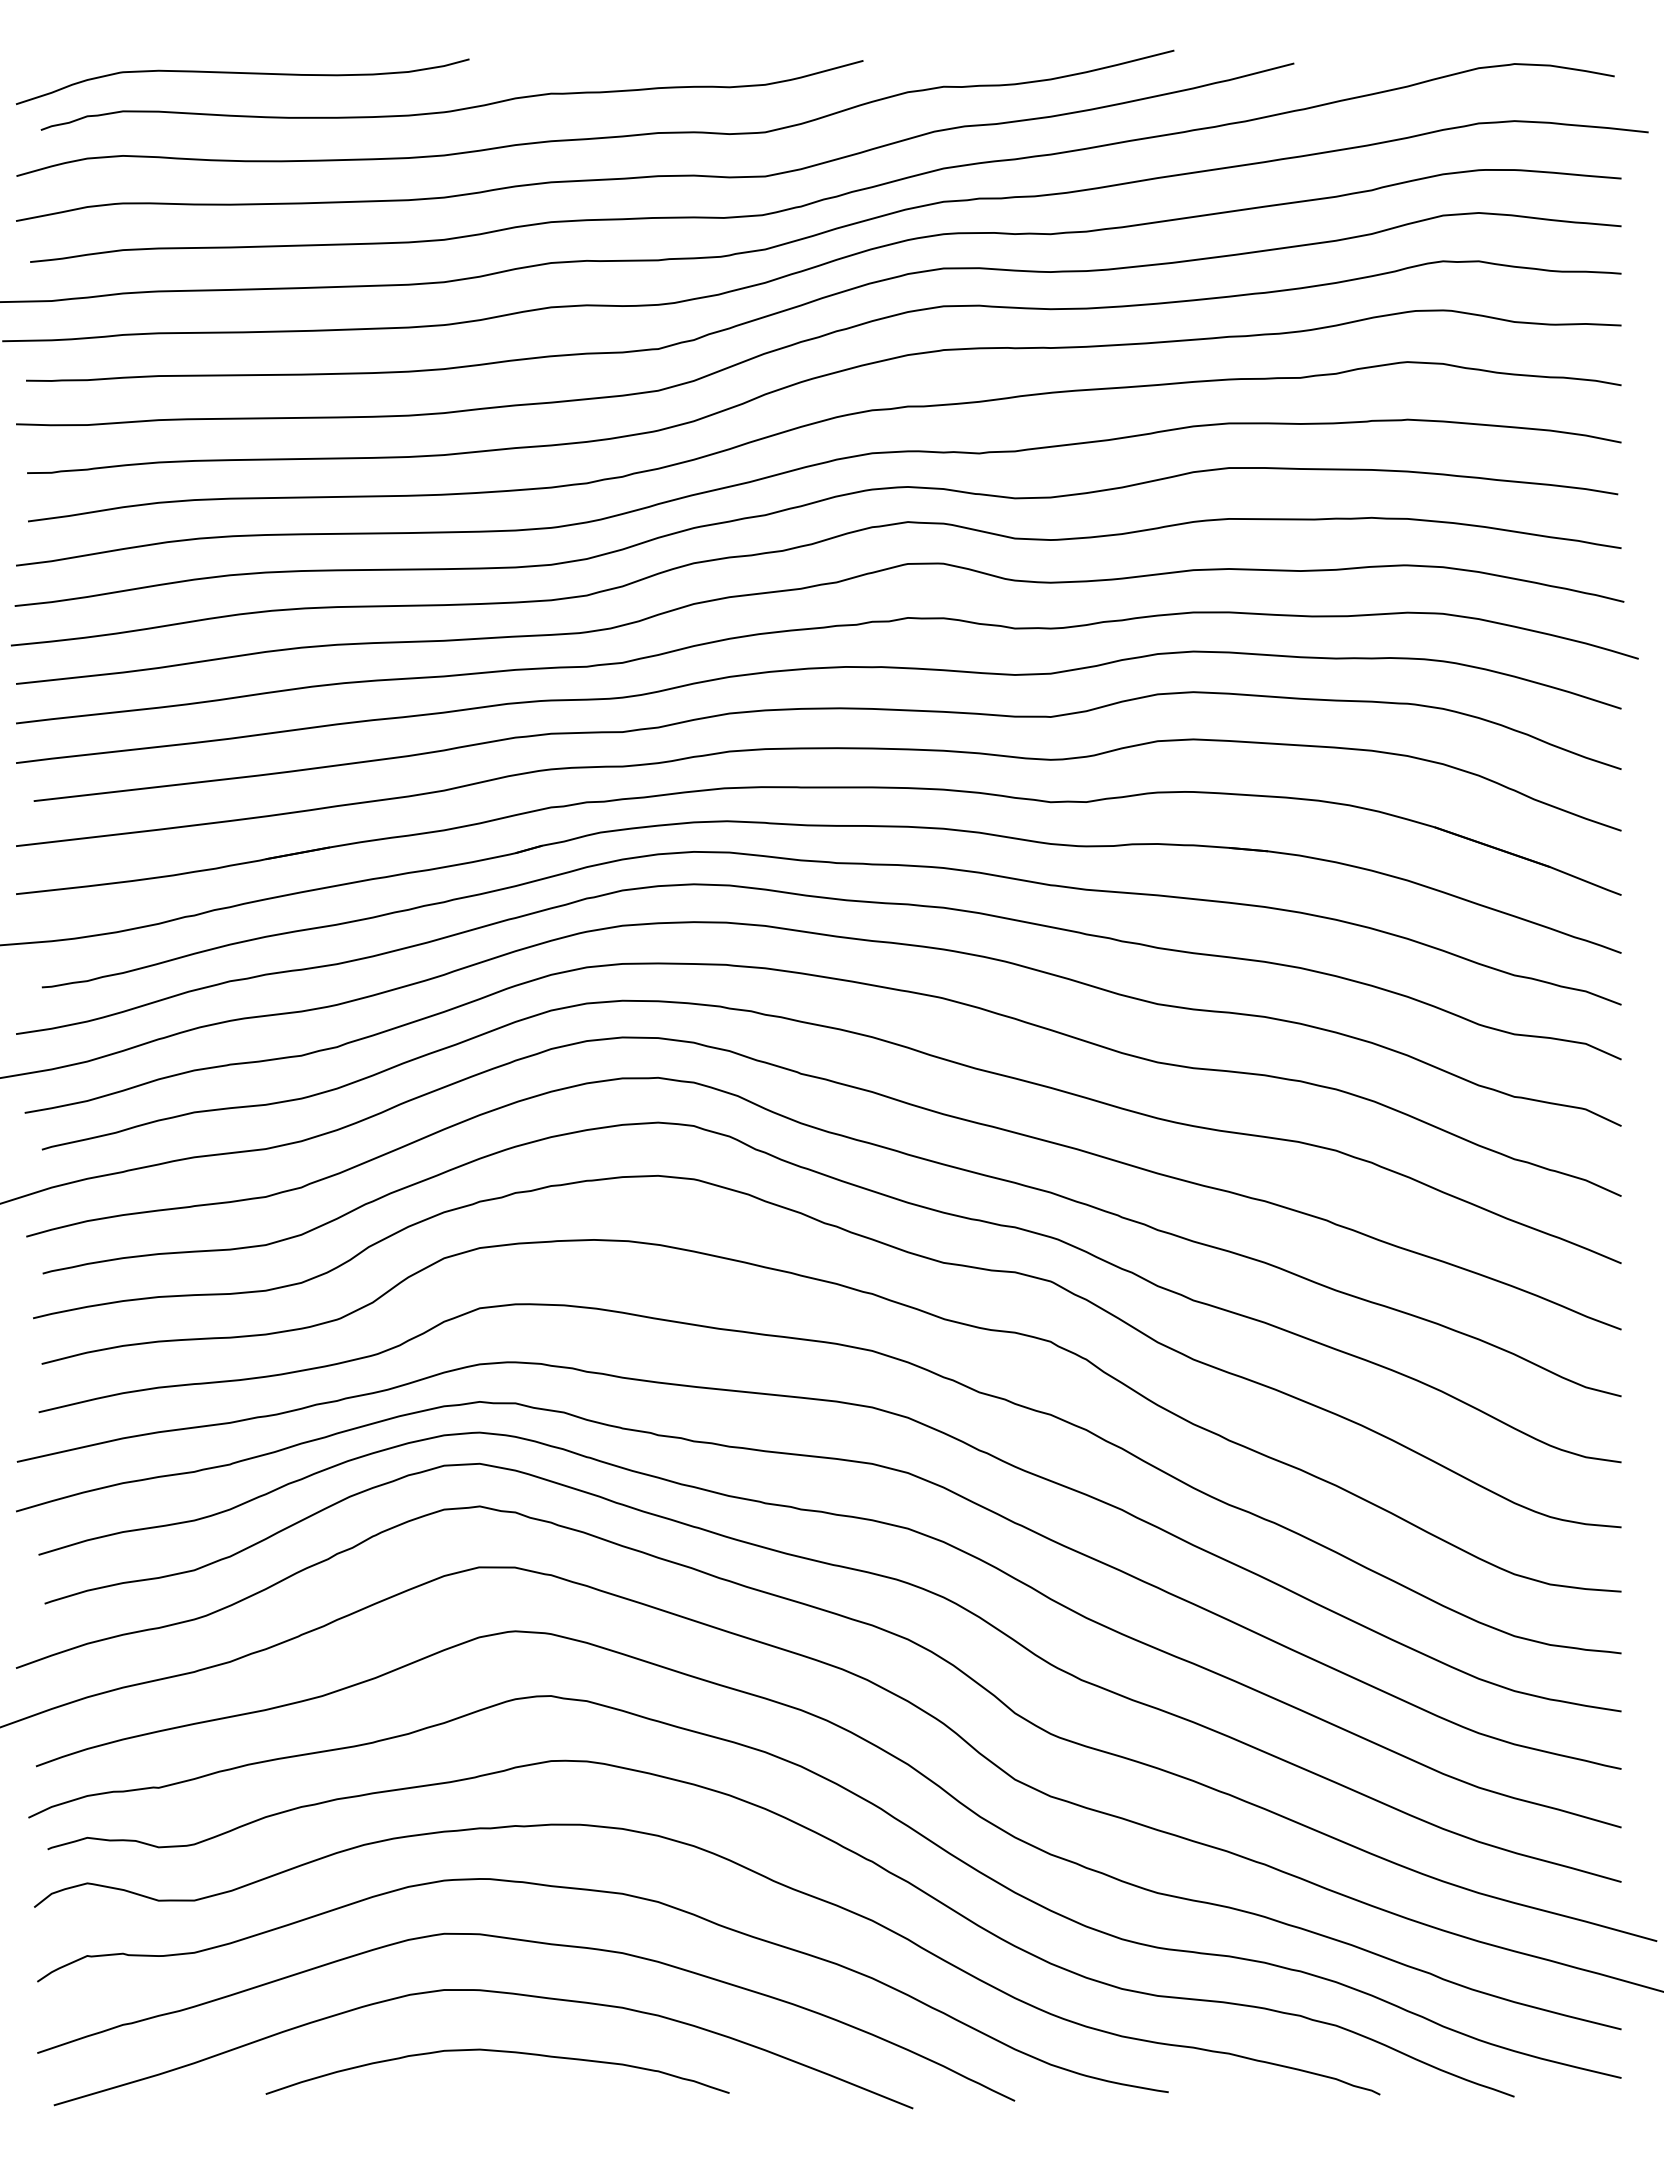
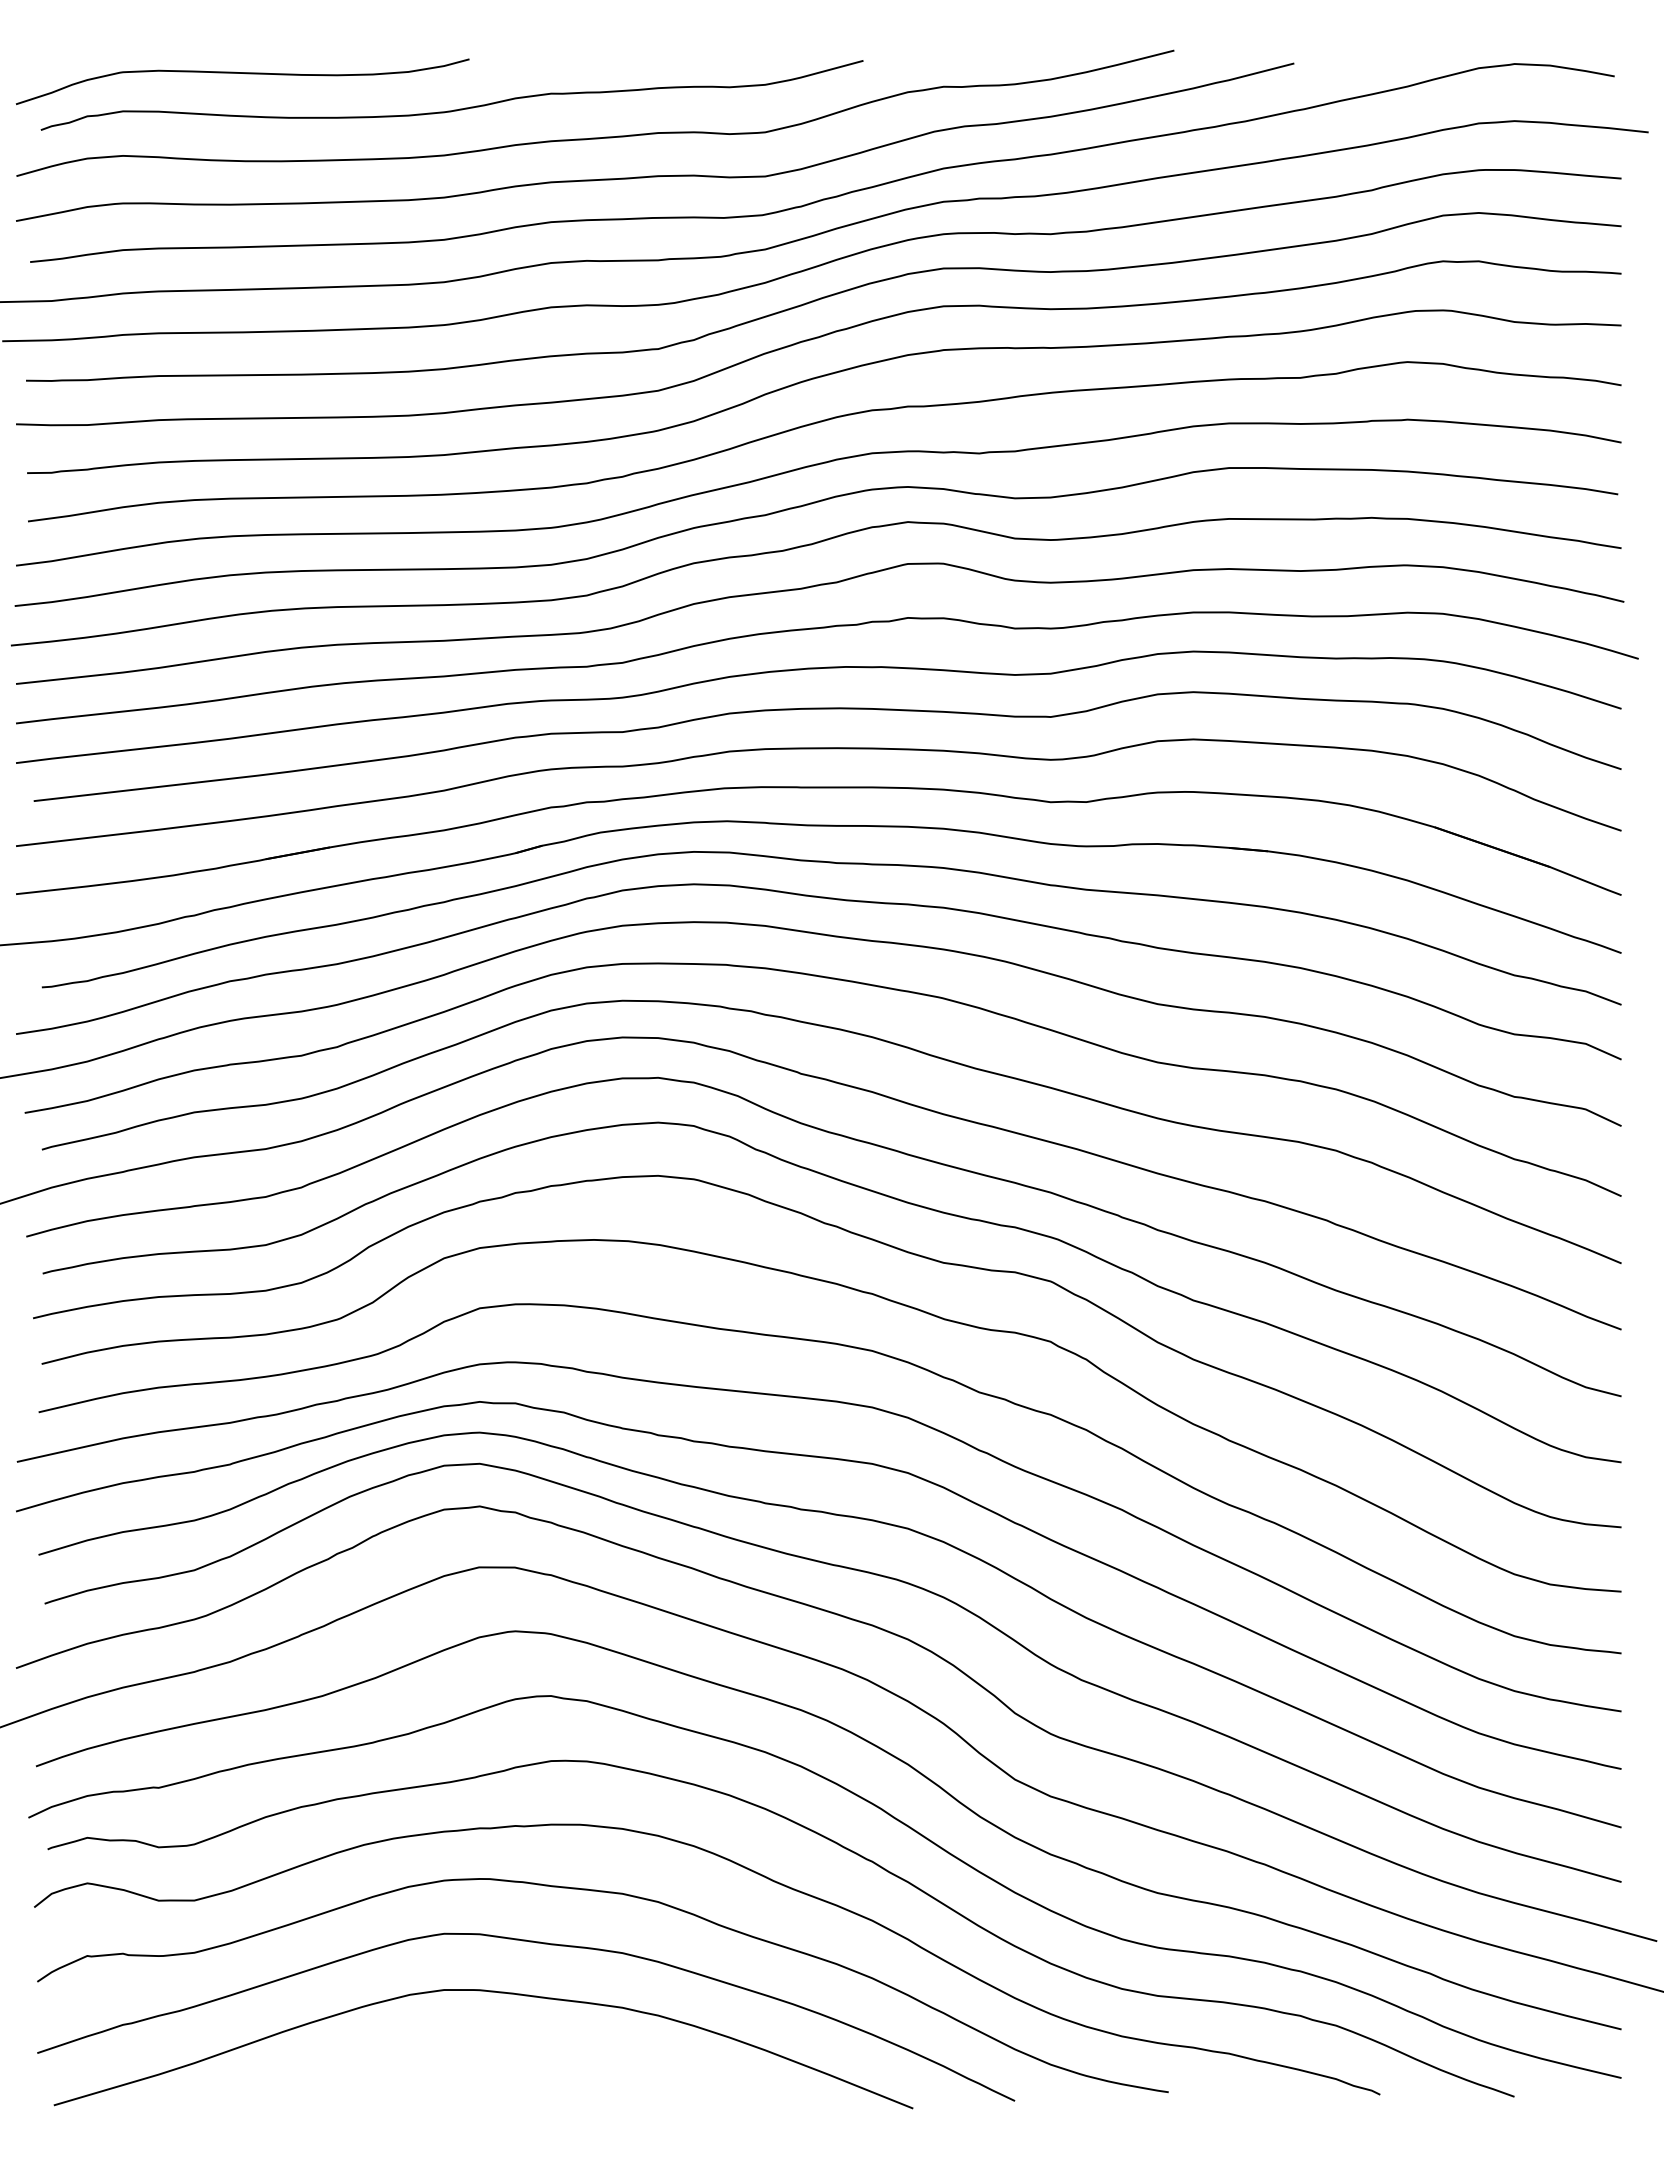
curve at (500, 2052): present -> none
